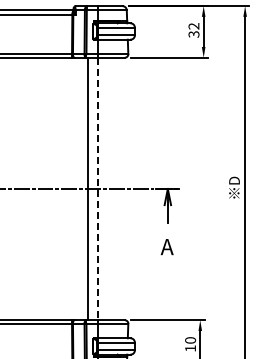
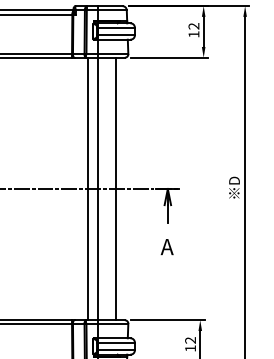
text at (193, 34): 32 -> 12
line at (115, 188): none -> present
line at (98, 189): dashed -> solid
text at (190, 340): 10 -> 12
